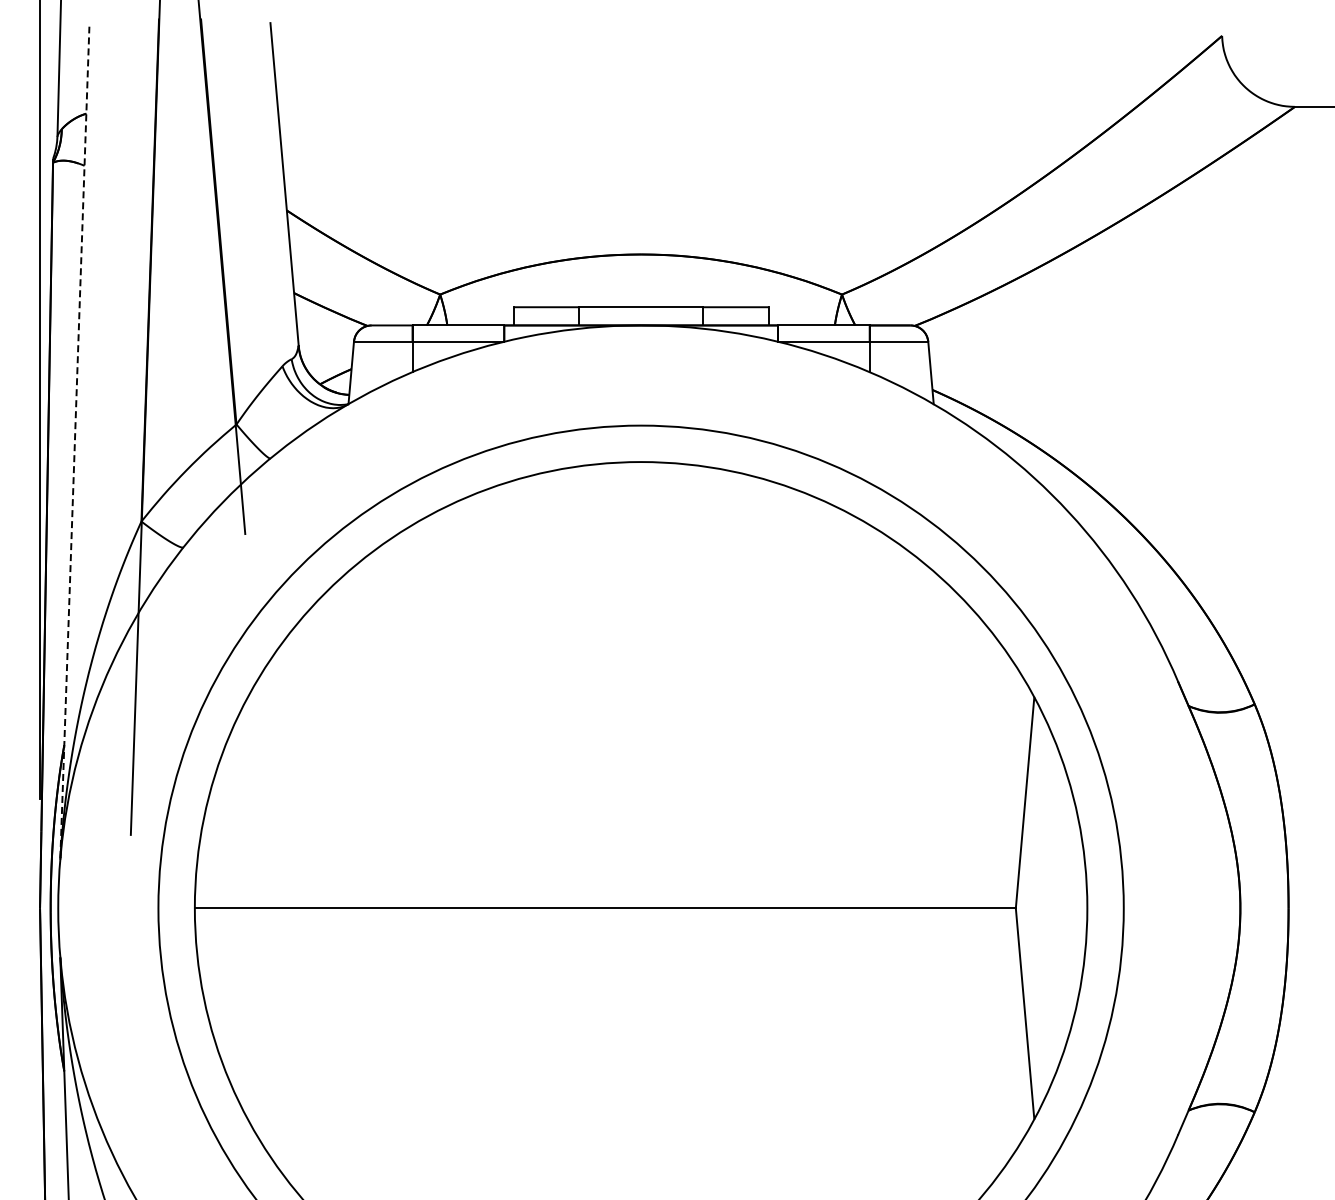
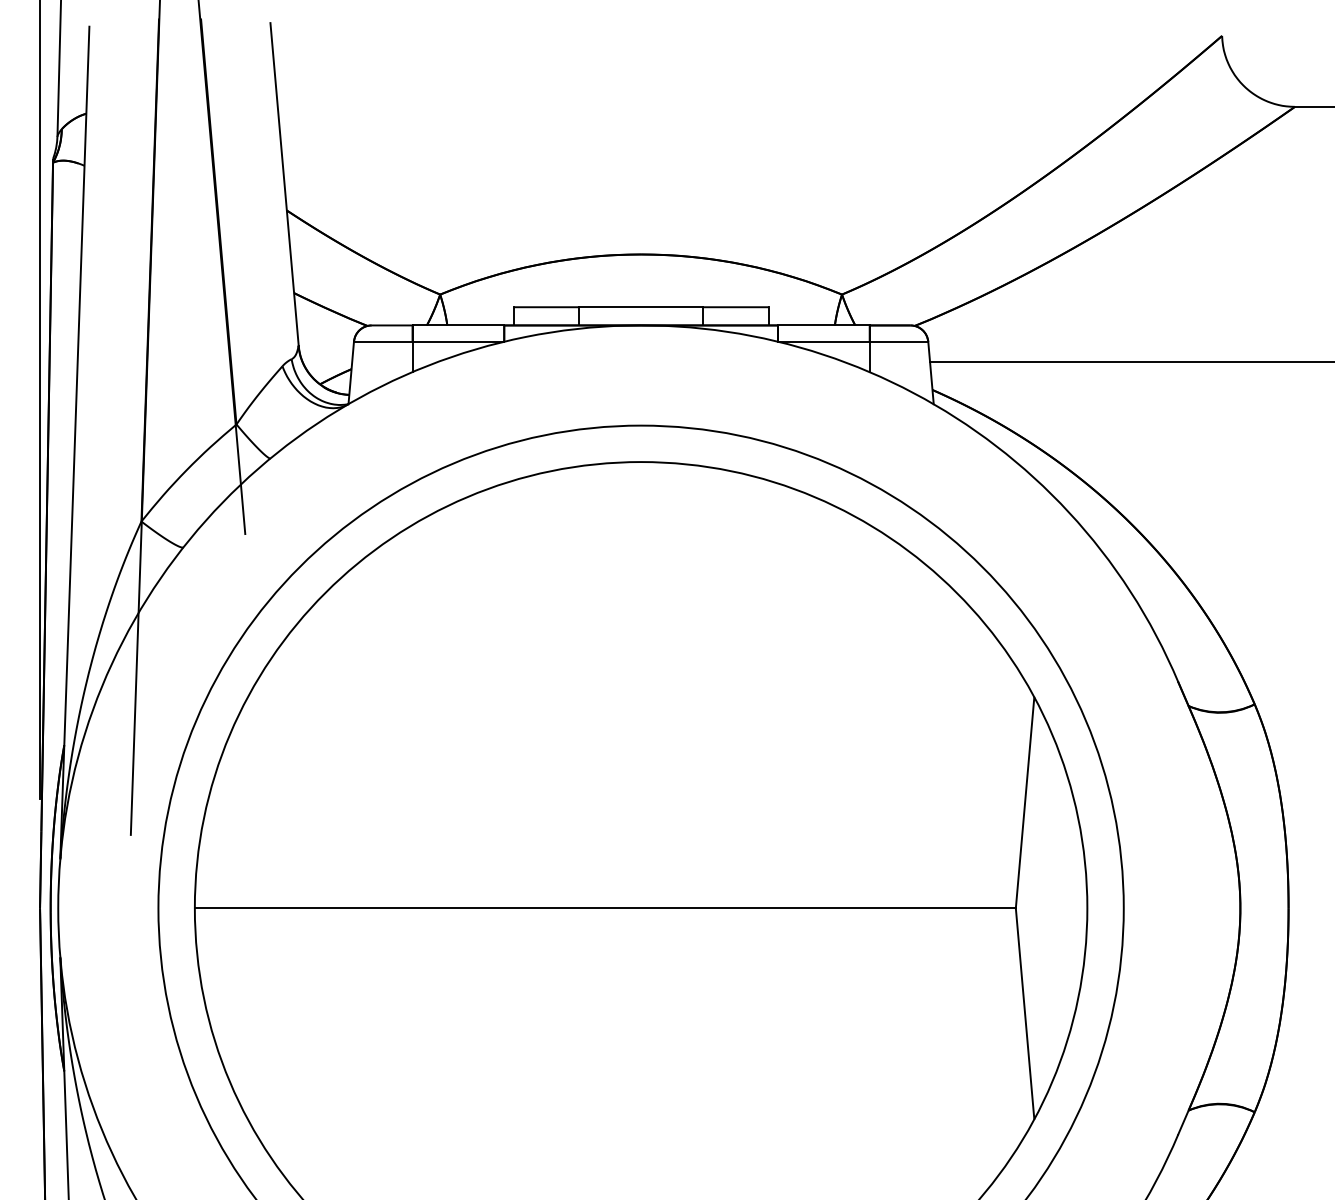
line at (1130, 361): none -> present
line at (74, 442): dashed -> solid
